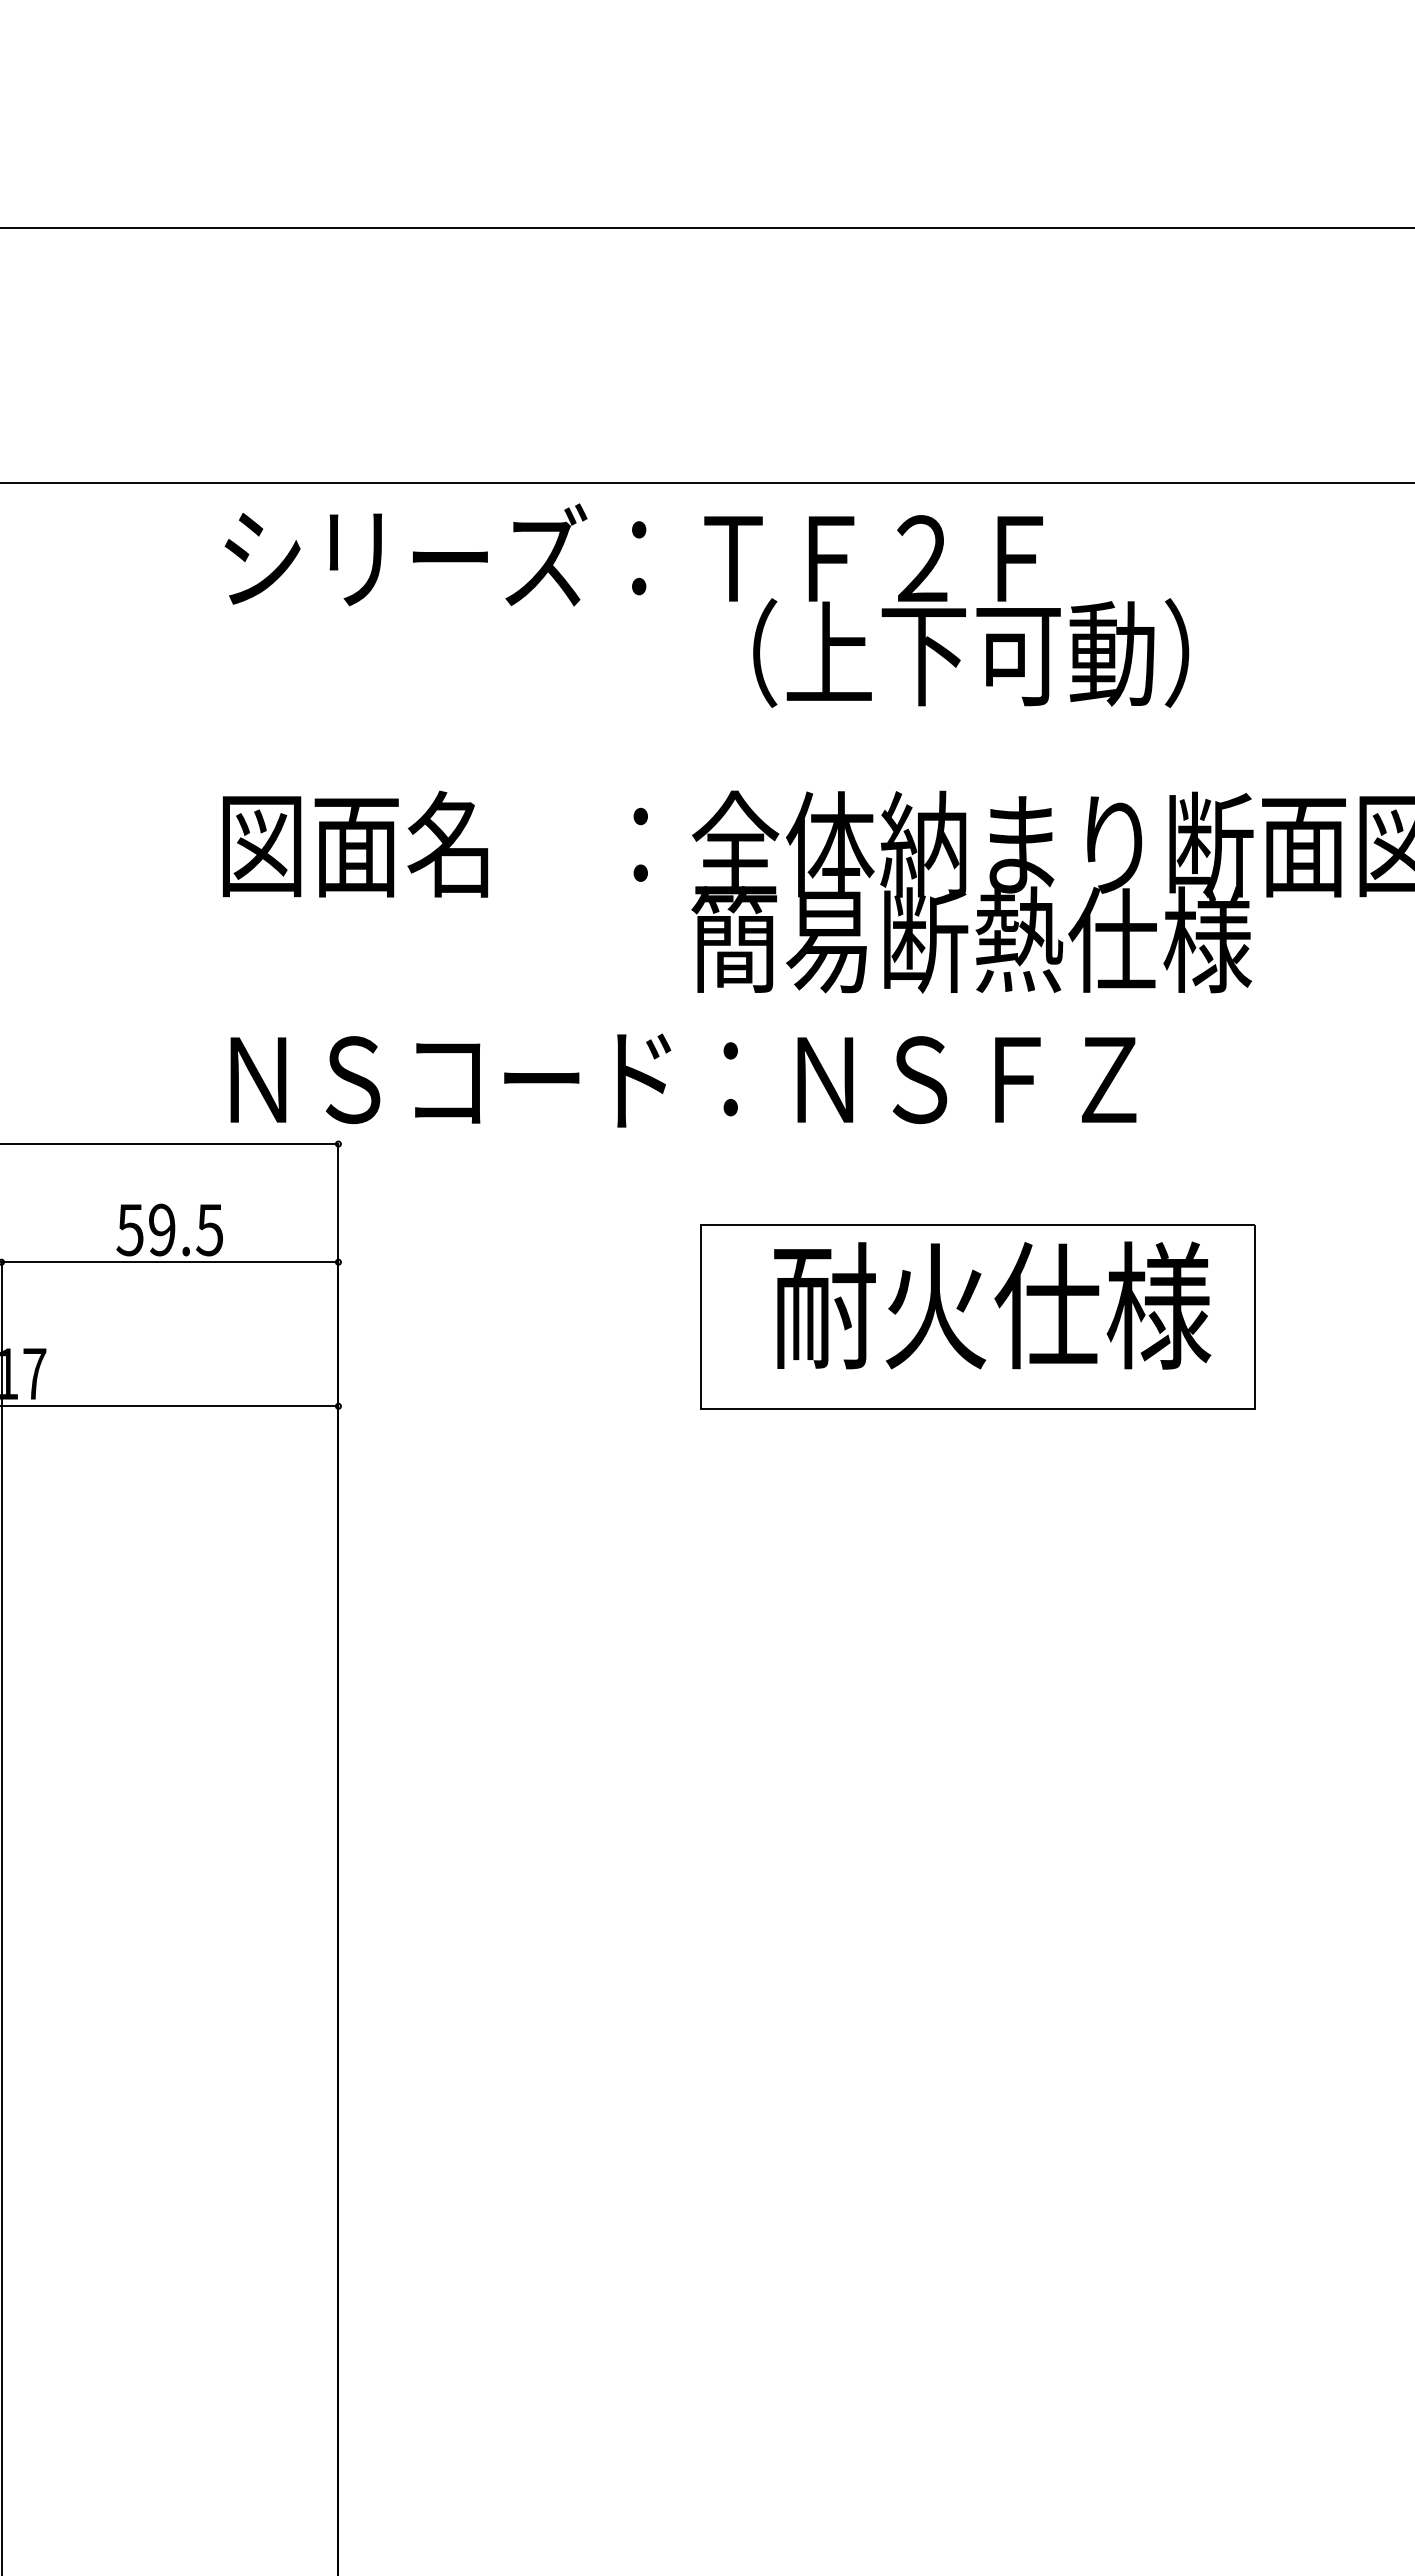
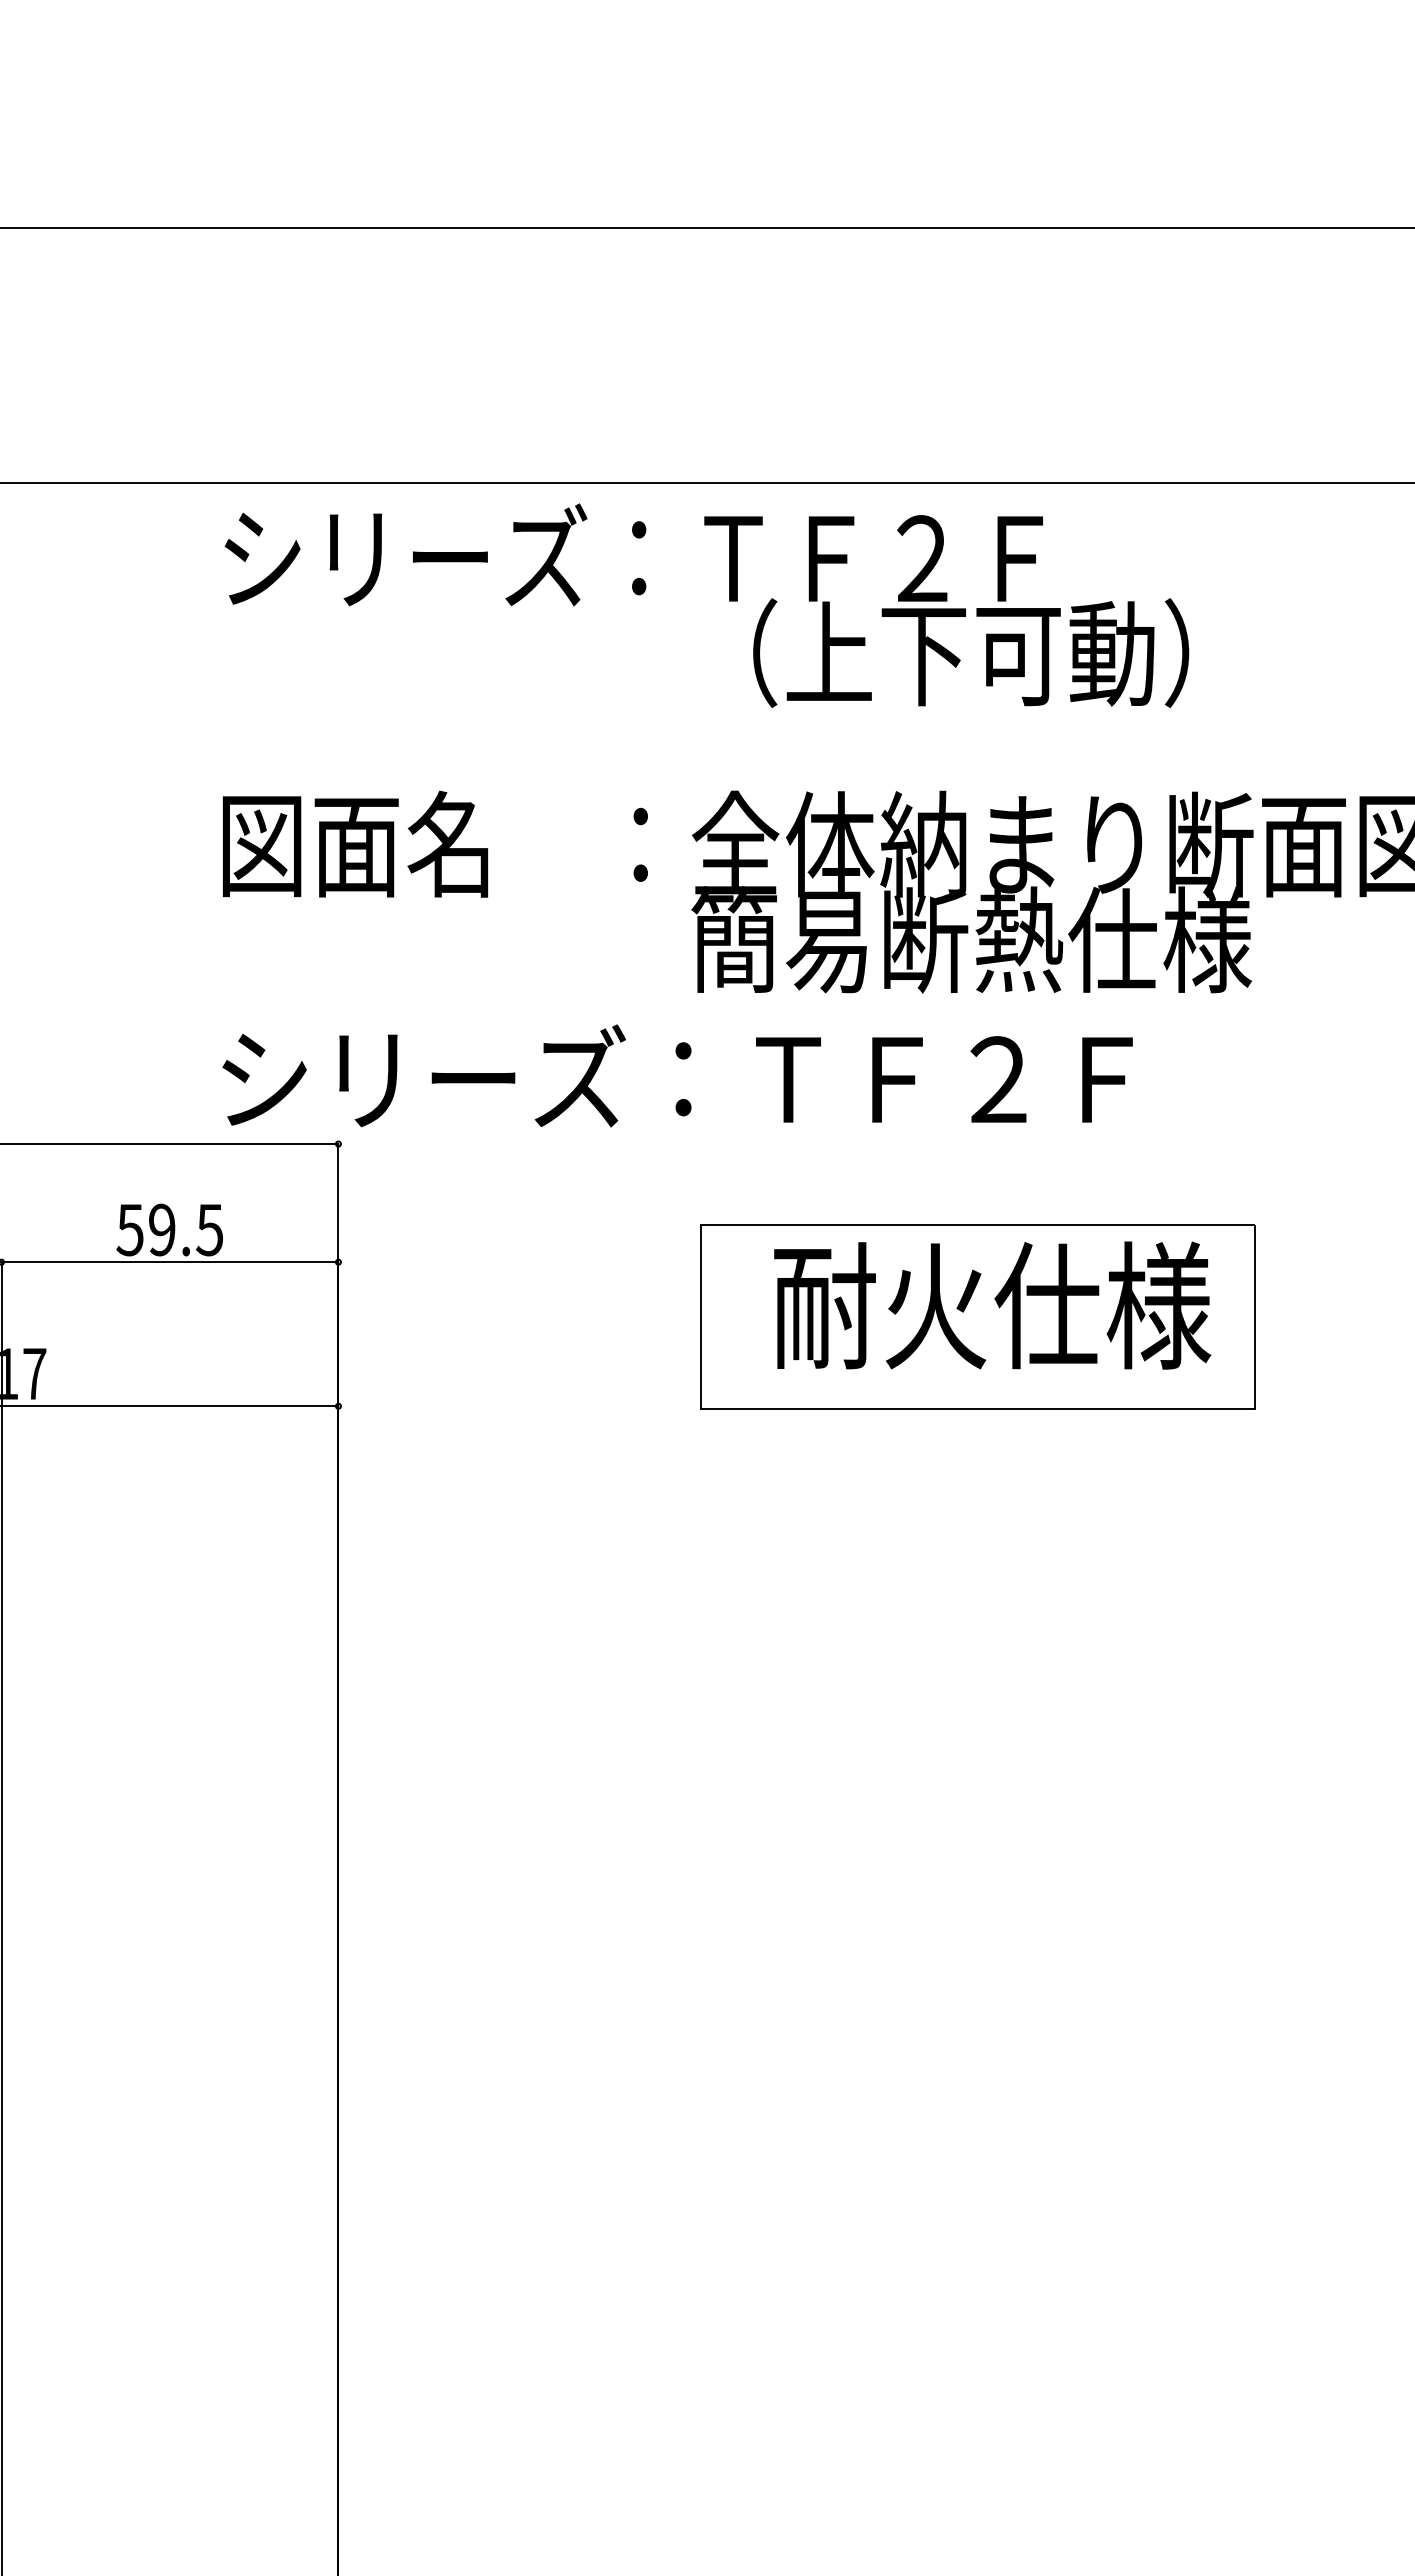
text at (679, 1075): ＮＳコード：ＮＳＦＺ -> シリーズ：ＴＦ２Ｆ
